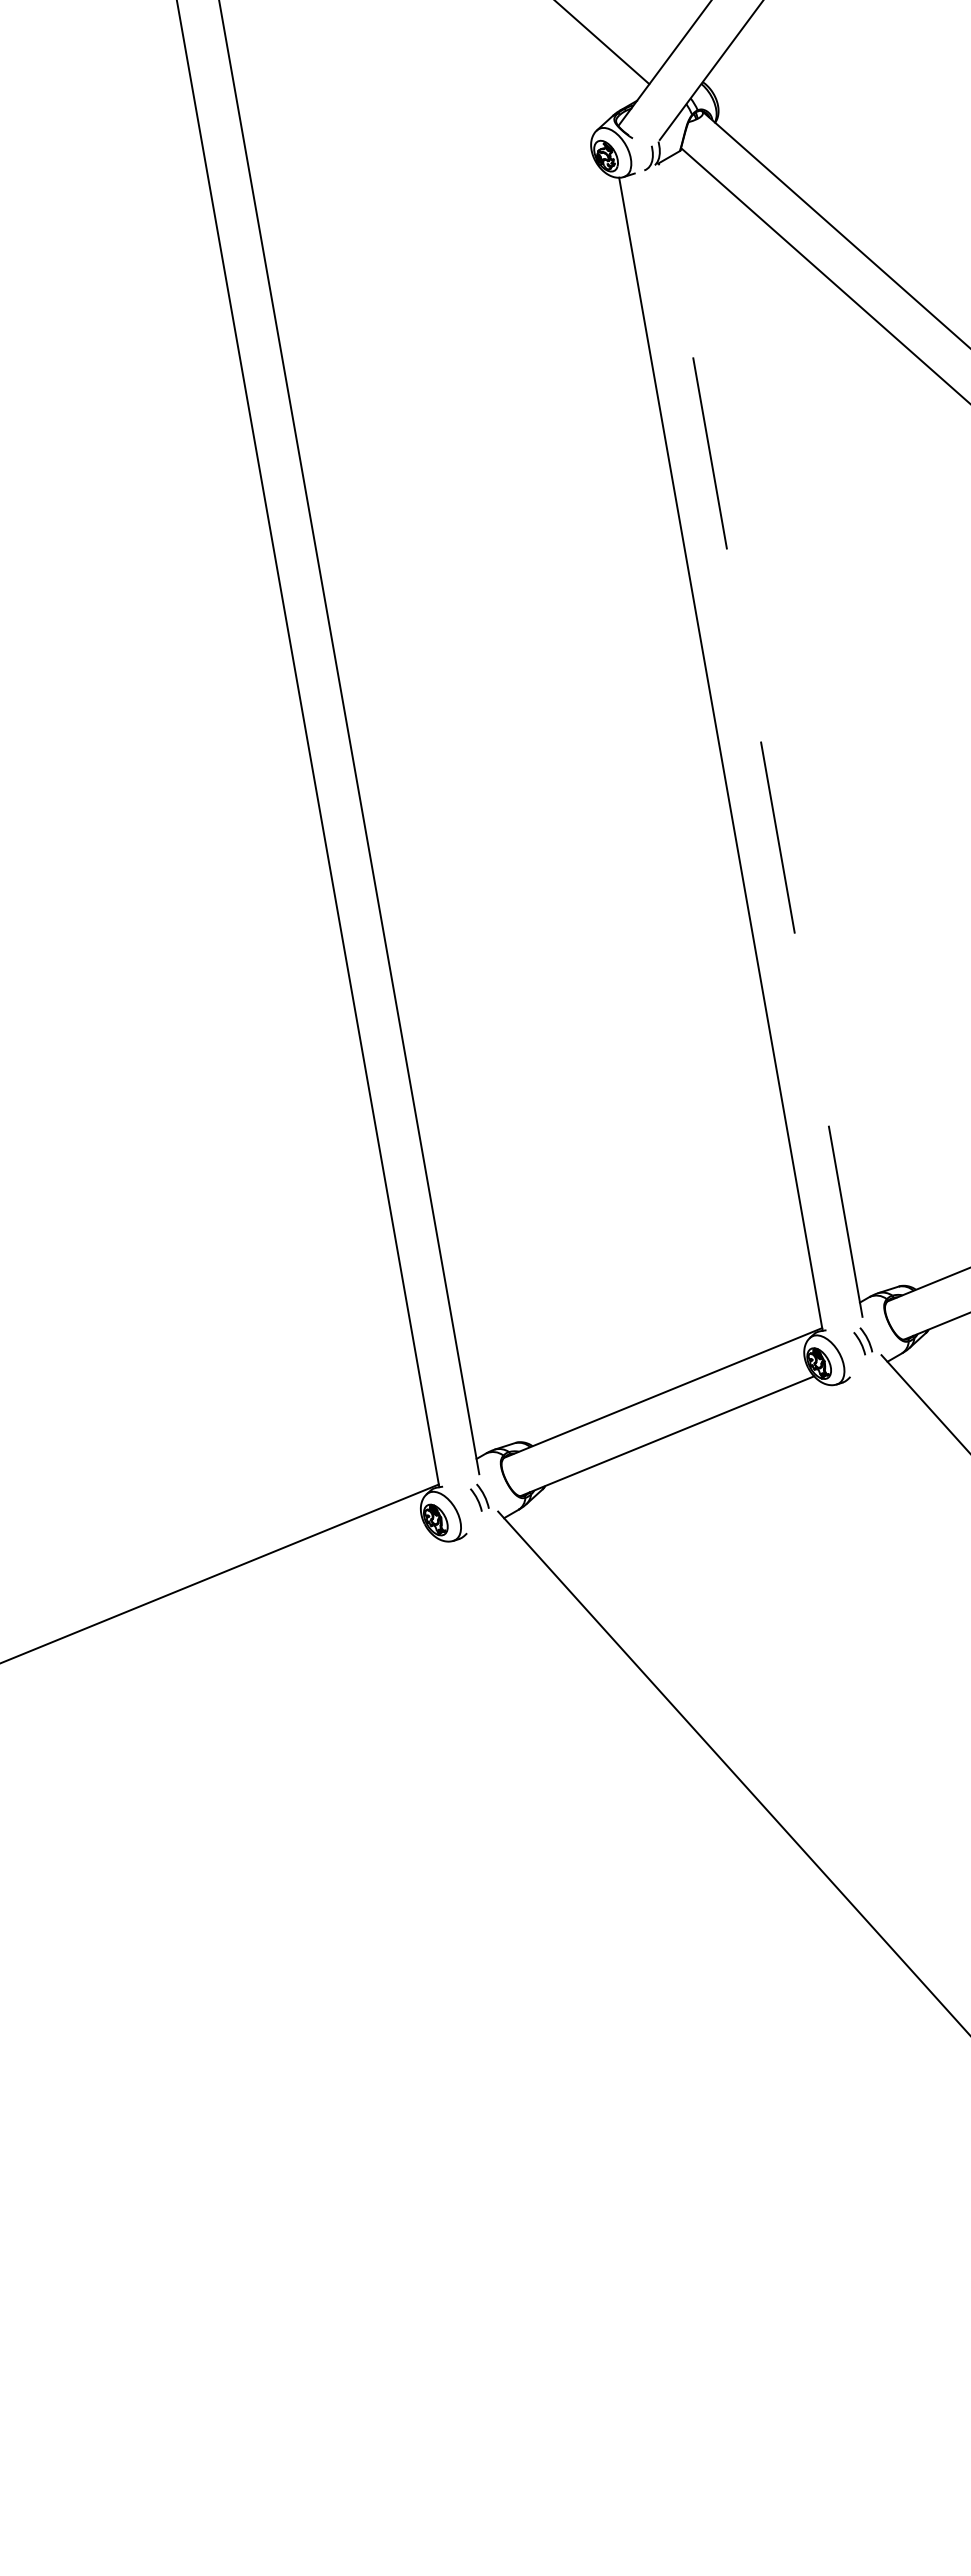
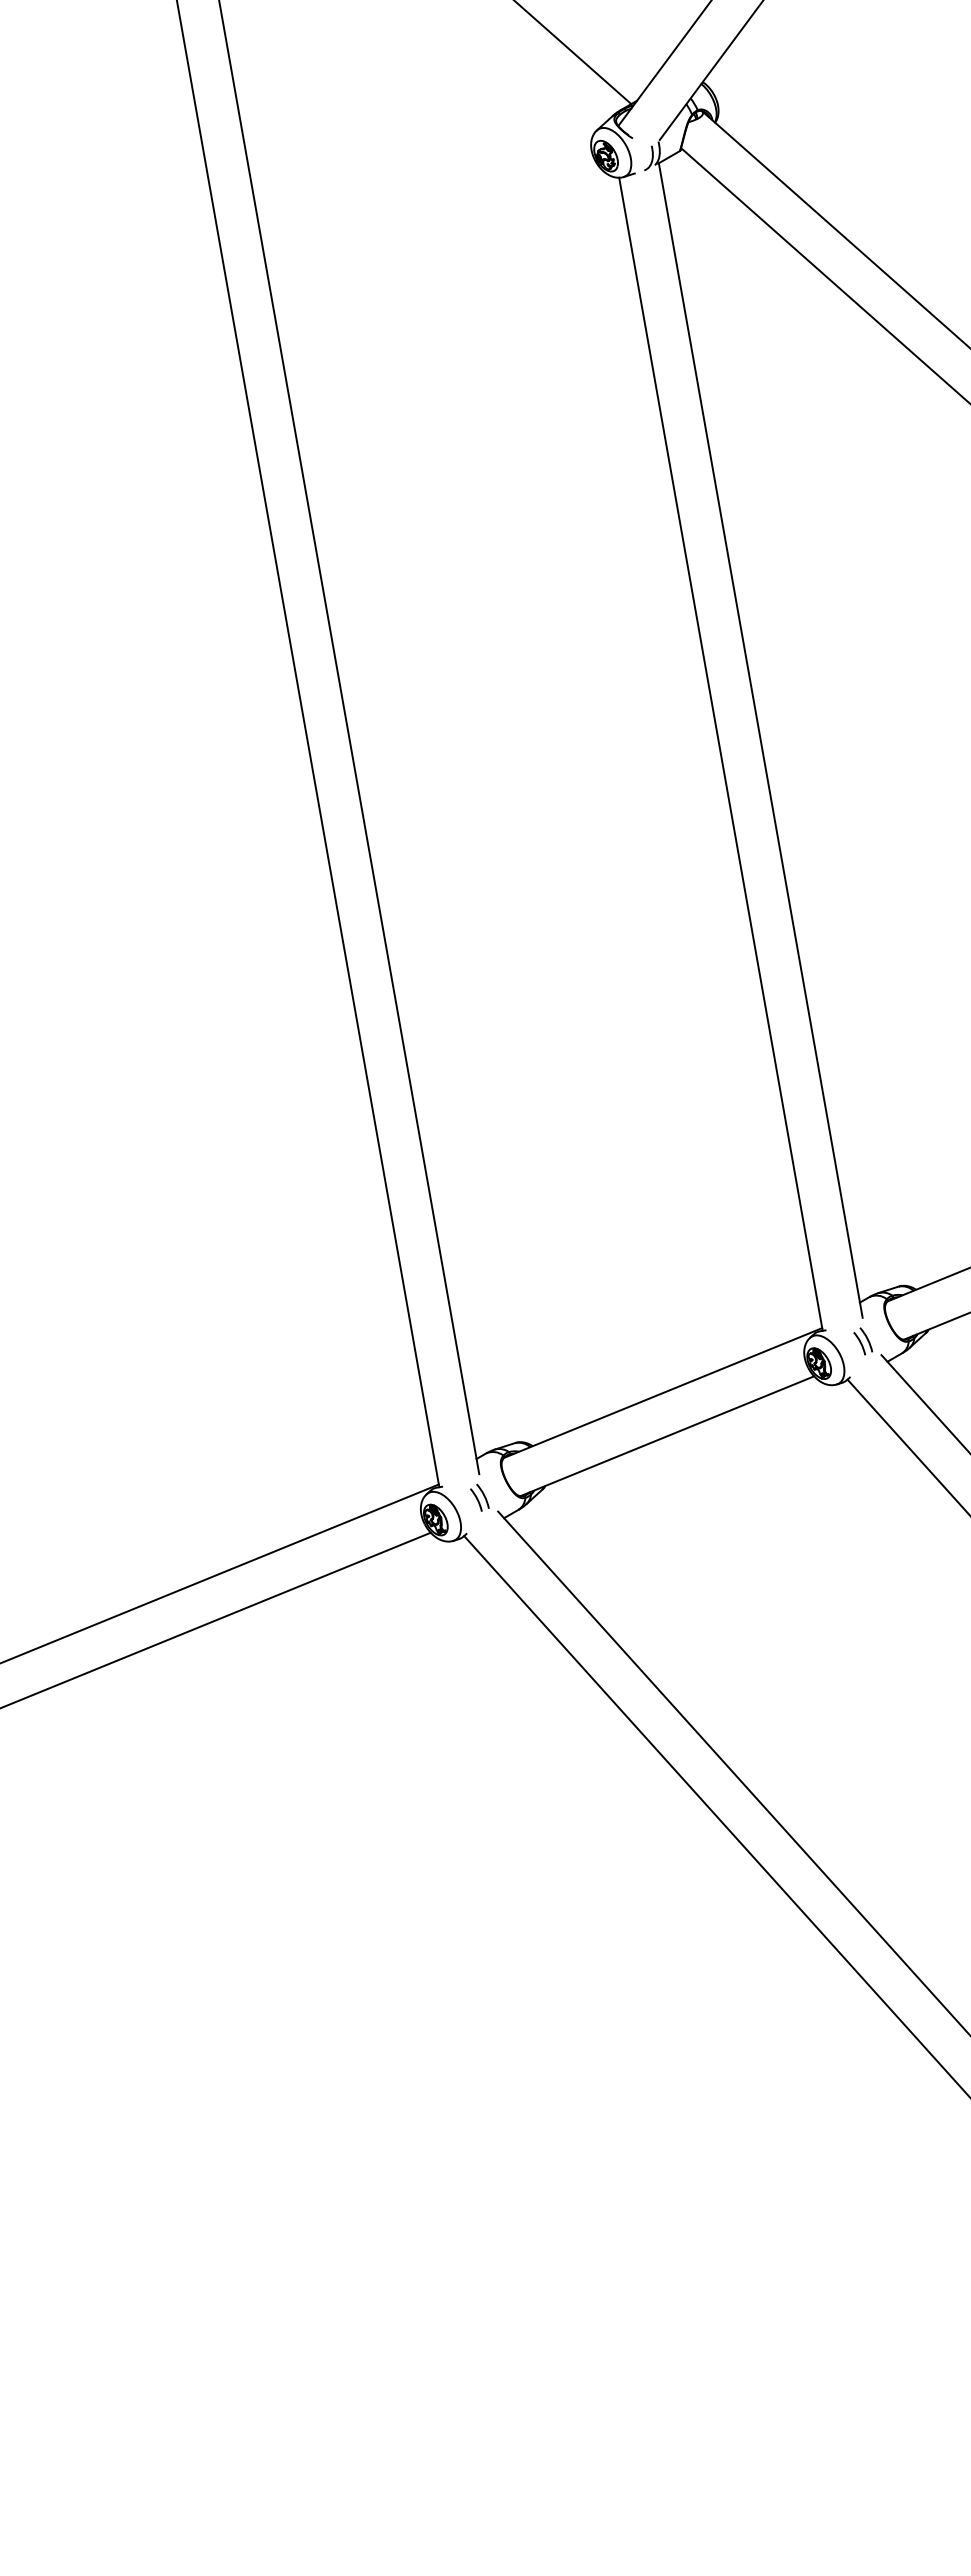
line at (603, 43) position: (603, 43) -> (573, 53)
line at (760, 740): dashed -> solid
line at (907, 1445): none -> present
line at (216, 1619): none -> present
line at (715, 1815): none -> present
